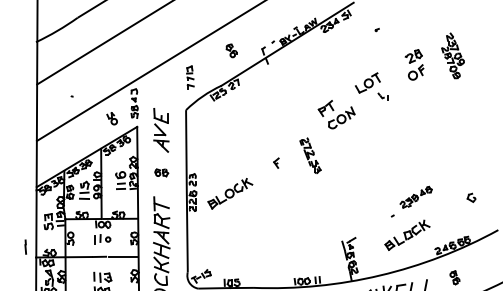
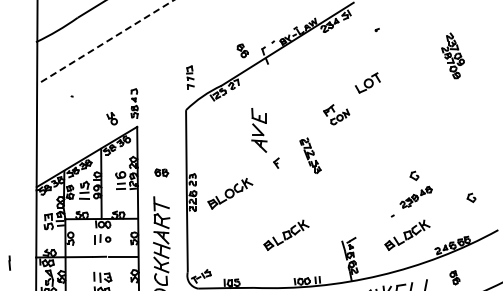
line at (105, 42): solid -> dashed
part at (231, 50) position: (231, 50) -> (242, 50)
part at (414, 64): present -> none
line at (149, 71): present -> none
part at (382, 96): present -> none
part at (336, 114) size: 39x30 px -> 28x22 px
part at (161, 130) position: (161, 130) -> (259, 130)
part at (414, 175): none -> present
part at (286, 234): none -> present
line at (25, 246) position: (25, 246) -> (9, 262)
